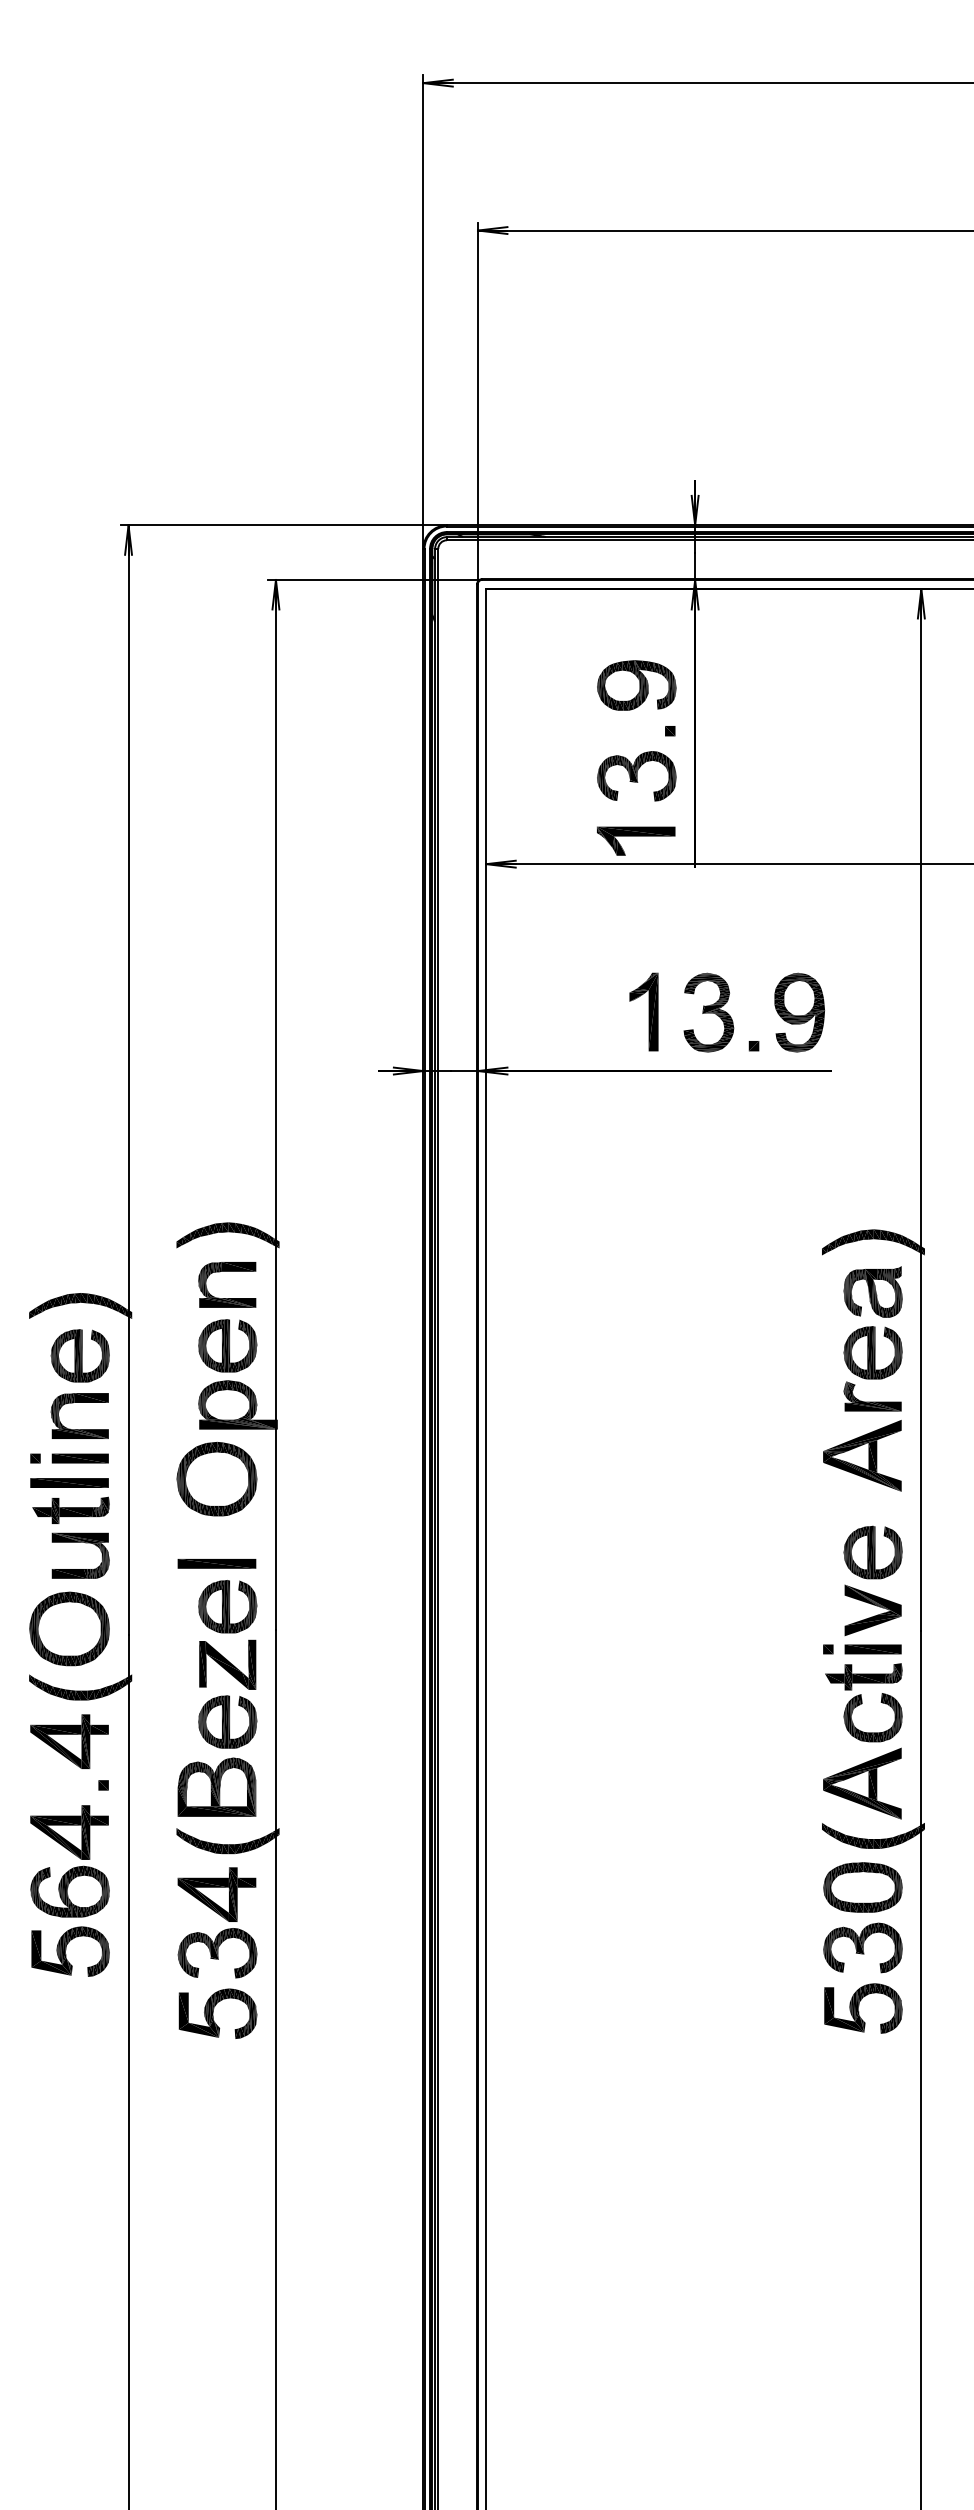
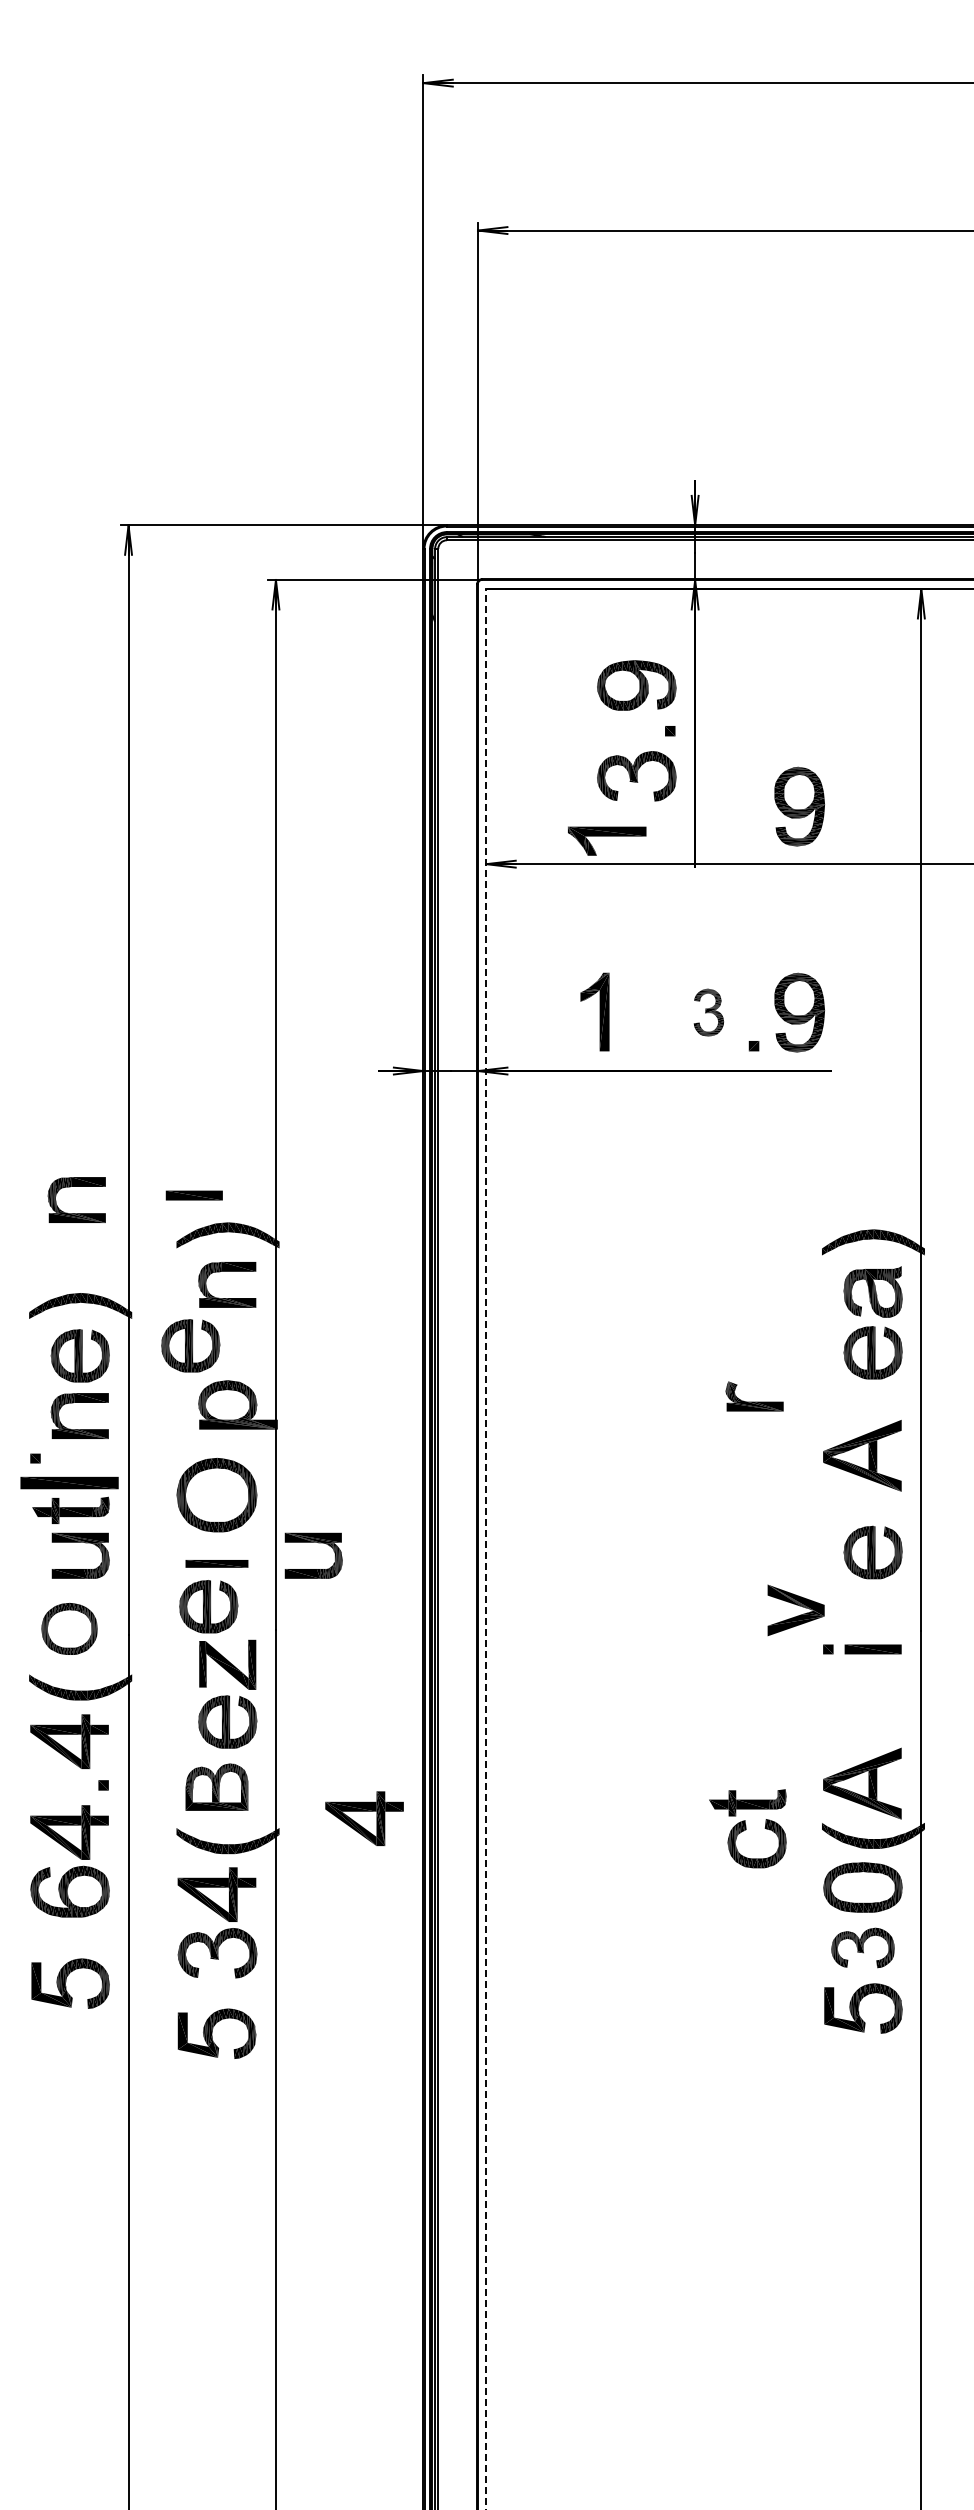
part at (799, 806): none -> present
part at (636, 840) position: (636, 840) -> (607, 840)
part at (643, 1011) position: (643, 1011) -> (594, 1011)
part at (708, 1012) size: 52x81 px -> 31x49 px
part at (76, 1186): none -> present
part at (227, 1345) position: (227, 1345) -> (190, 1345)
part at (872, 1396) position: (872, 1396) -> (754, 1396)
part at (79, 1458) position: (79, 1458) -> (193, 1195)
part at (216, 1478) position: (216, 1478) -> (216, 1494)
part at (69, 1482) size: 79x10 px -> 99x14 px
part at (313, 1542): none -> present
line at (486, 1549): solid -> dashed
part at (216, 1563) size: 80x10 px -> 64x8 px
part at (227, 1606) position: (227, 1606) -> (208, 1606)
part at (872, 1609) position: (872, 1609) -> (795, 1609)
part at (69, 1628) size: 81x76 px -> 57x53 px
part at (863, 1702) position: (863, 1702) -> (747, 1828)
part at (216, 1786) size: 80x60 px -> 64x48 px
part at (364, 1818): none -> present
part at (862, 1947) size: 80x52 px -> 64x42 px
part at (70, 1951) position: (70, 1951) -> (70, 1983)
part at (217, 2013) position: (217, 2013) -> (216, 2033)
